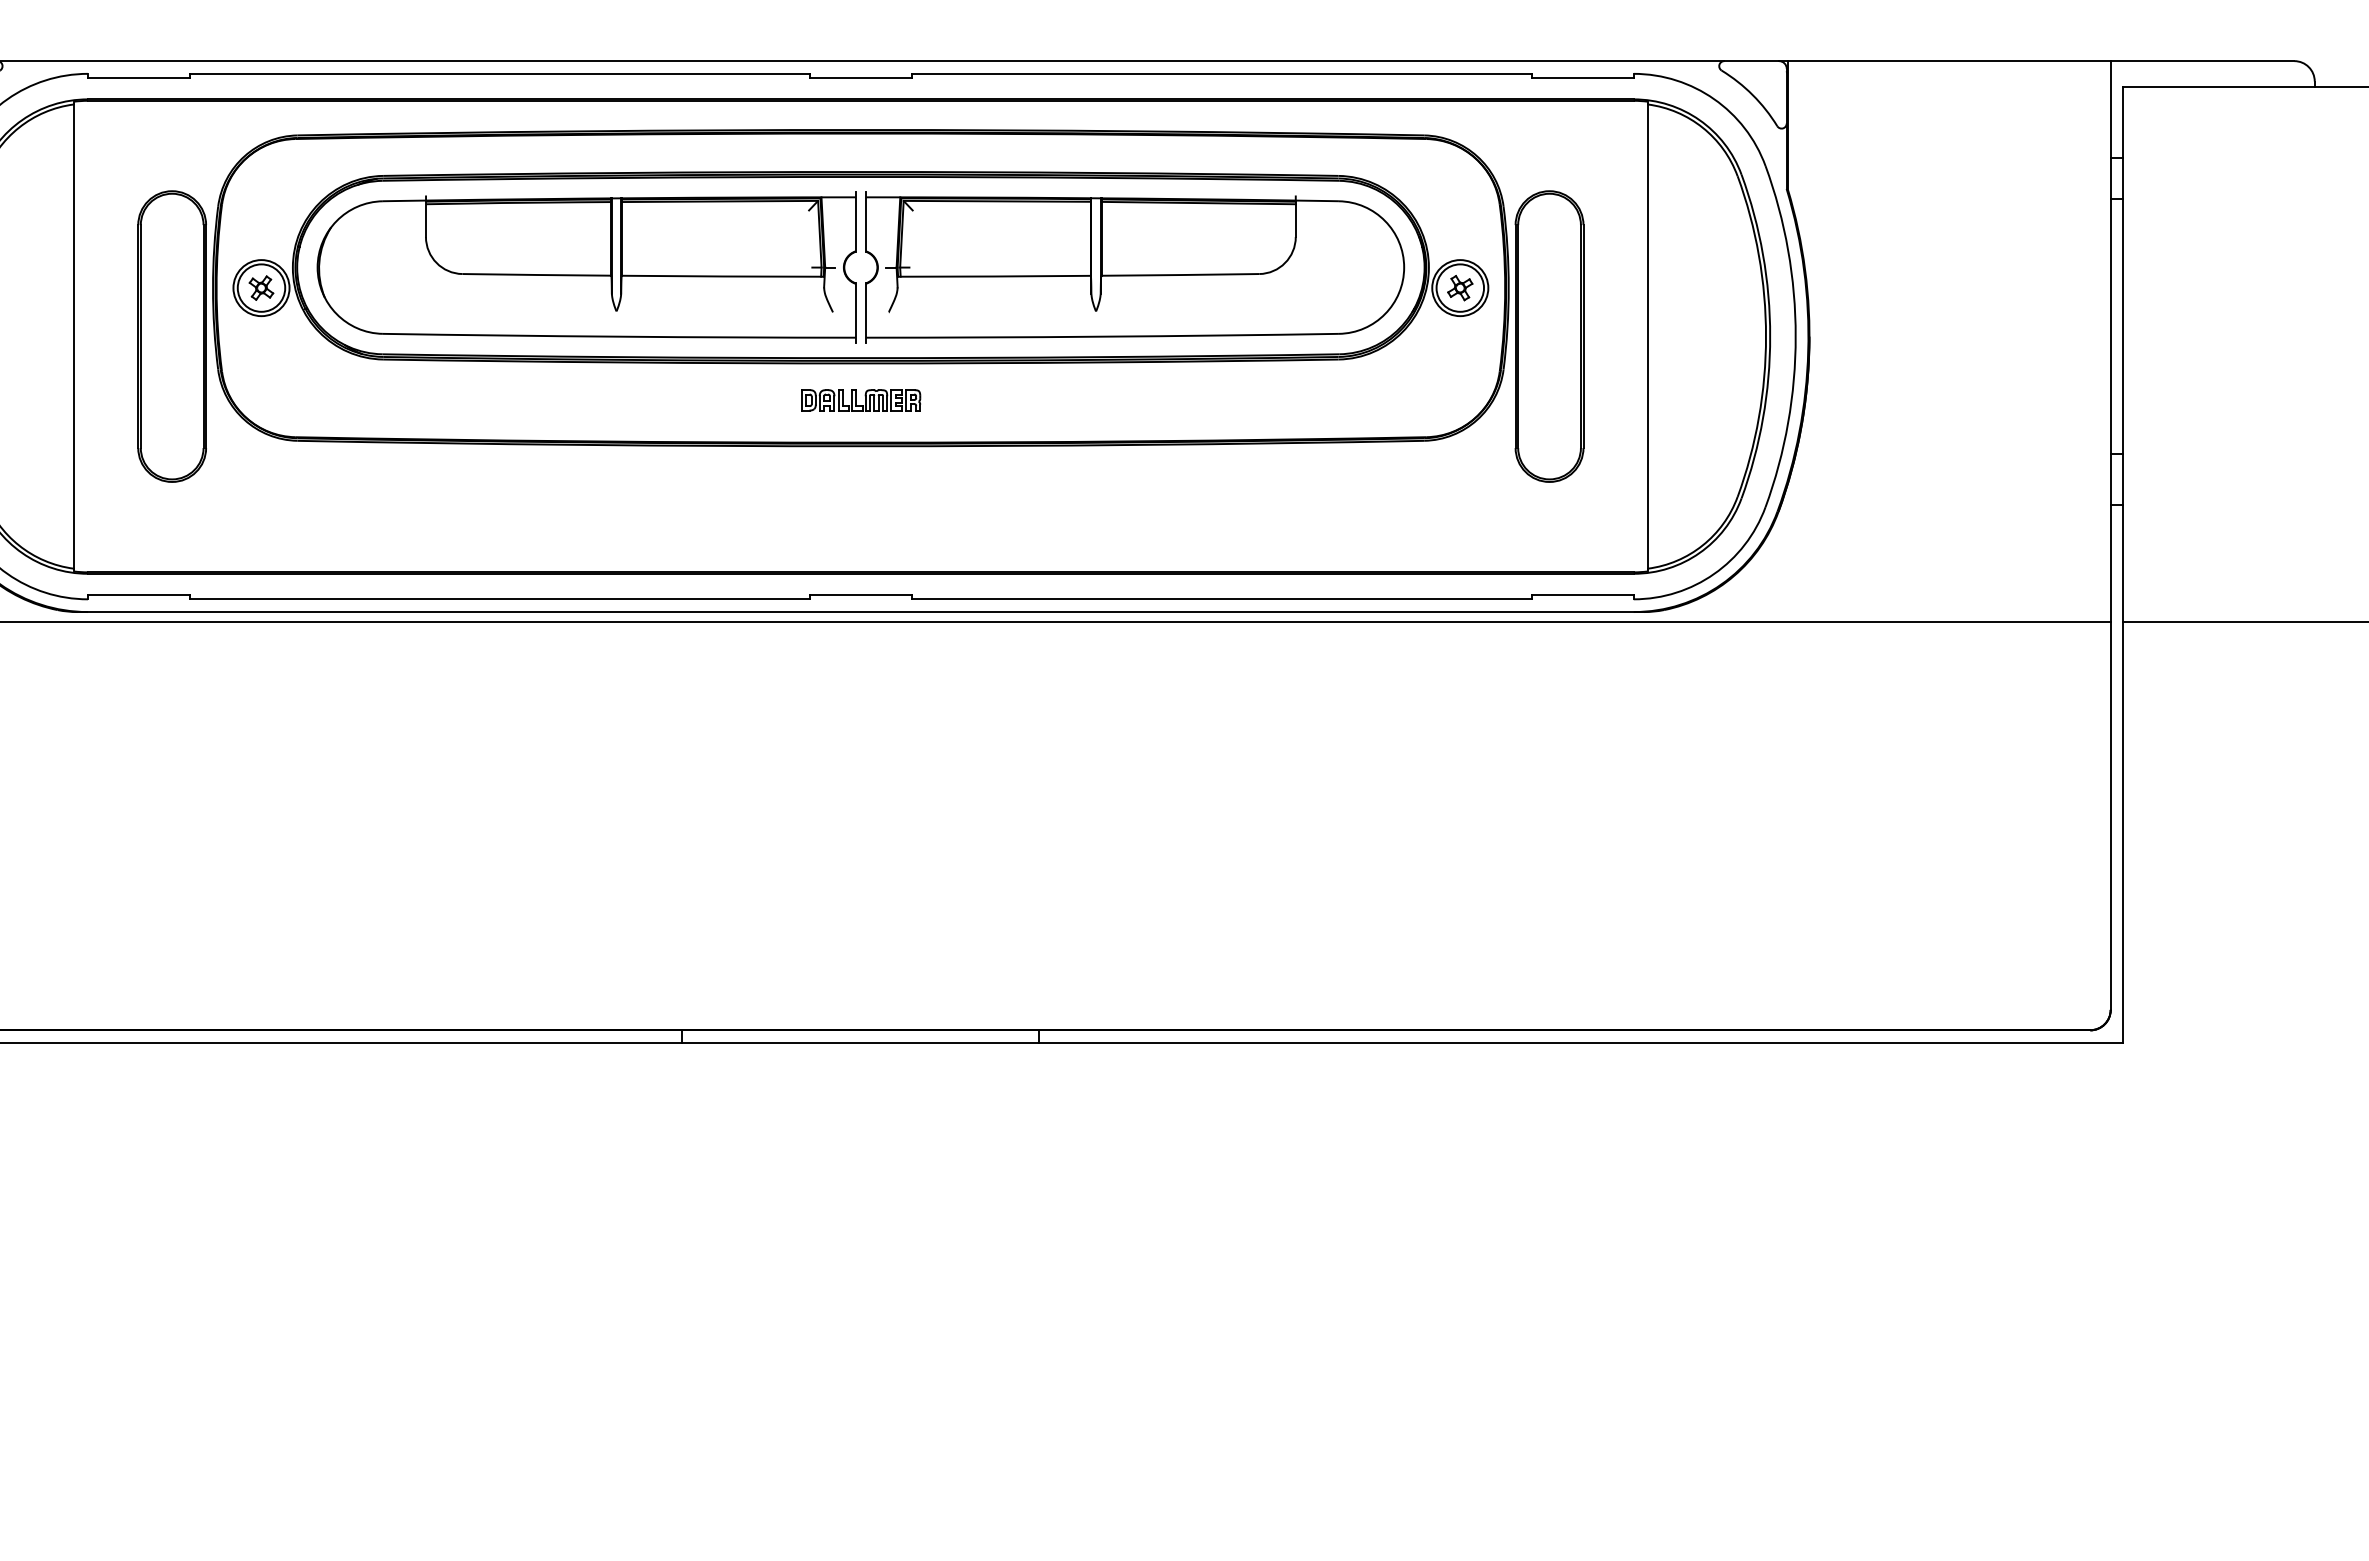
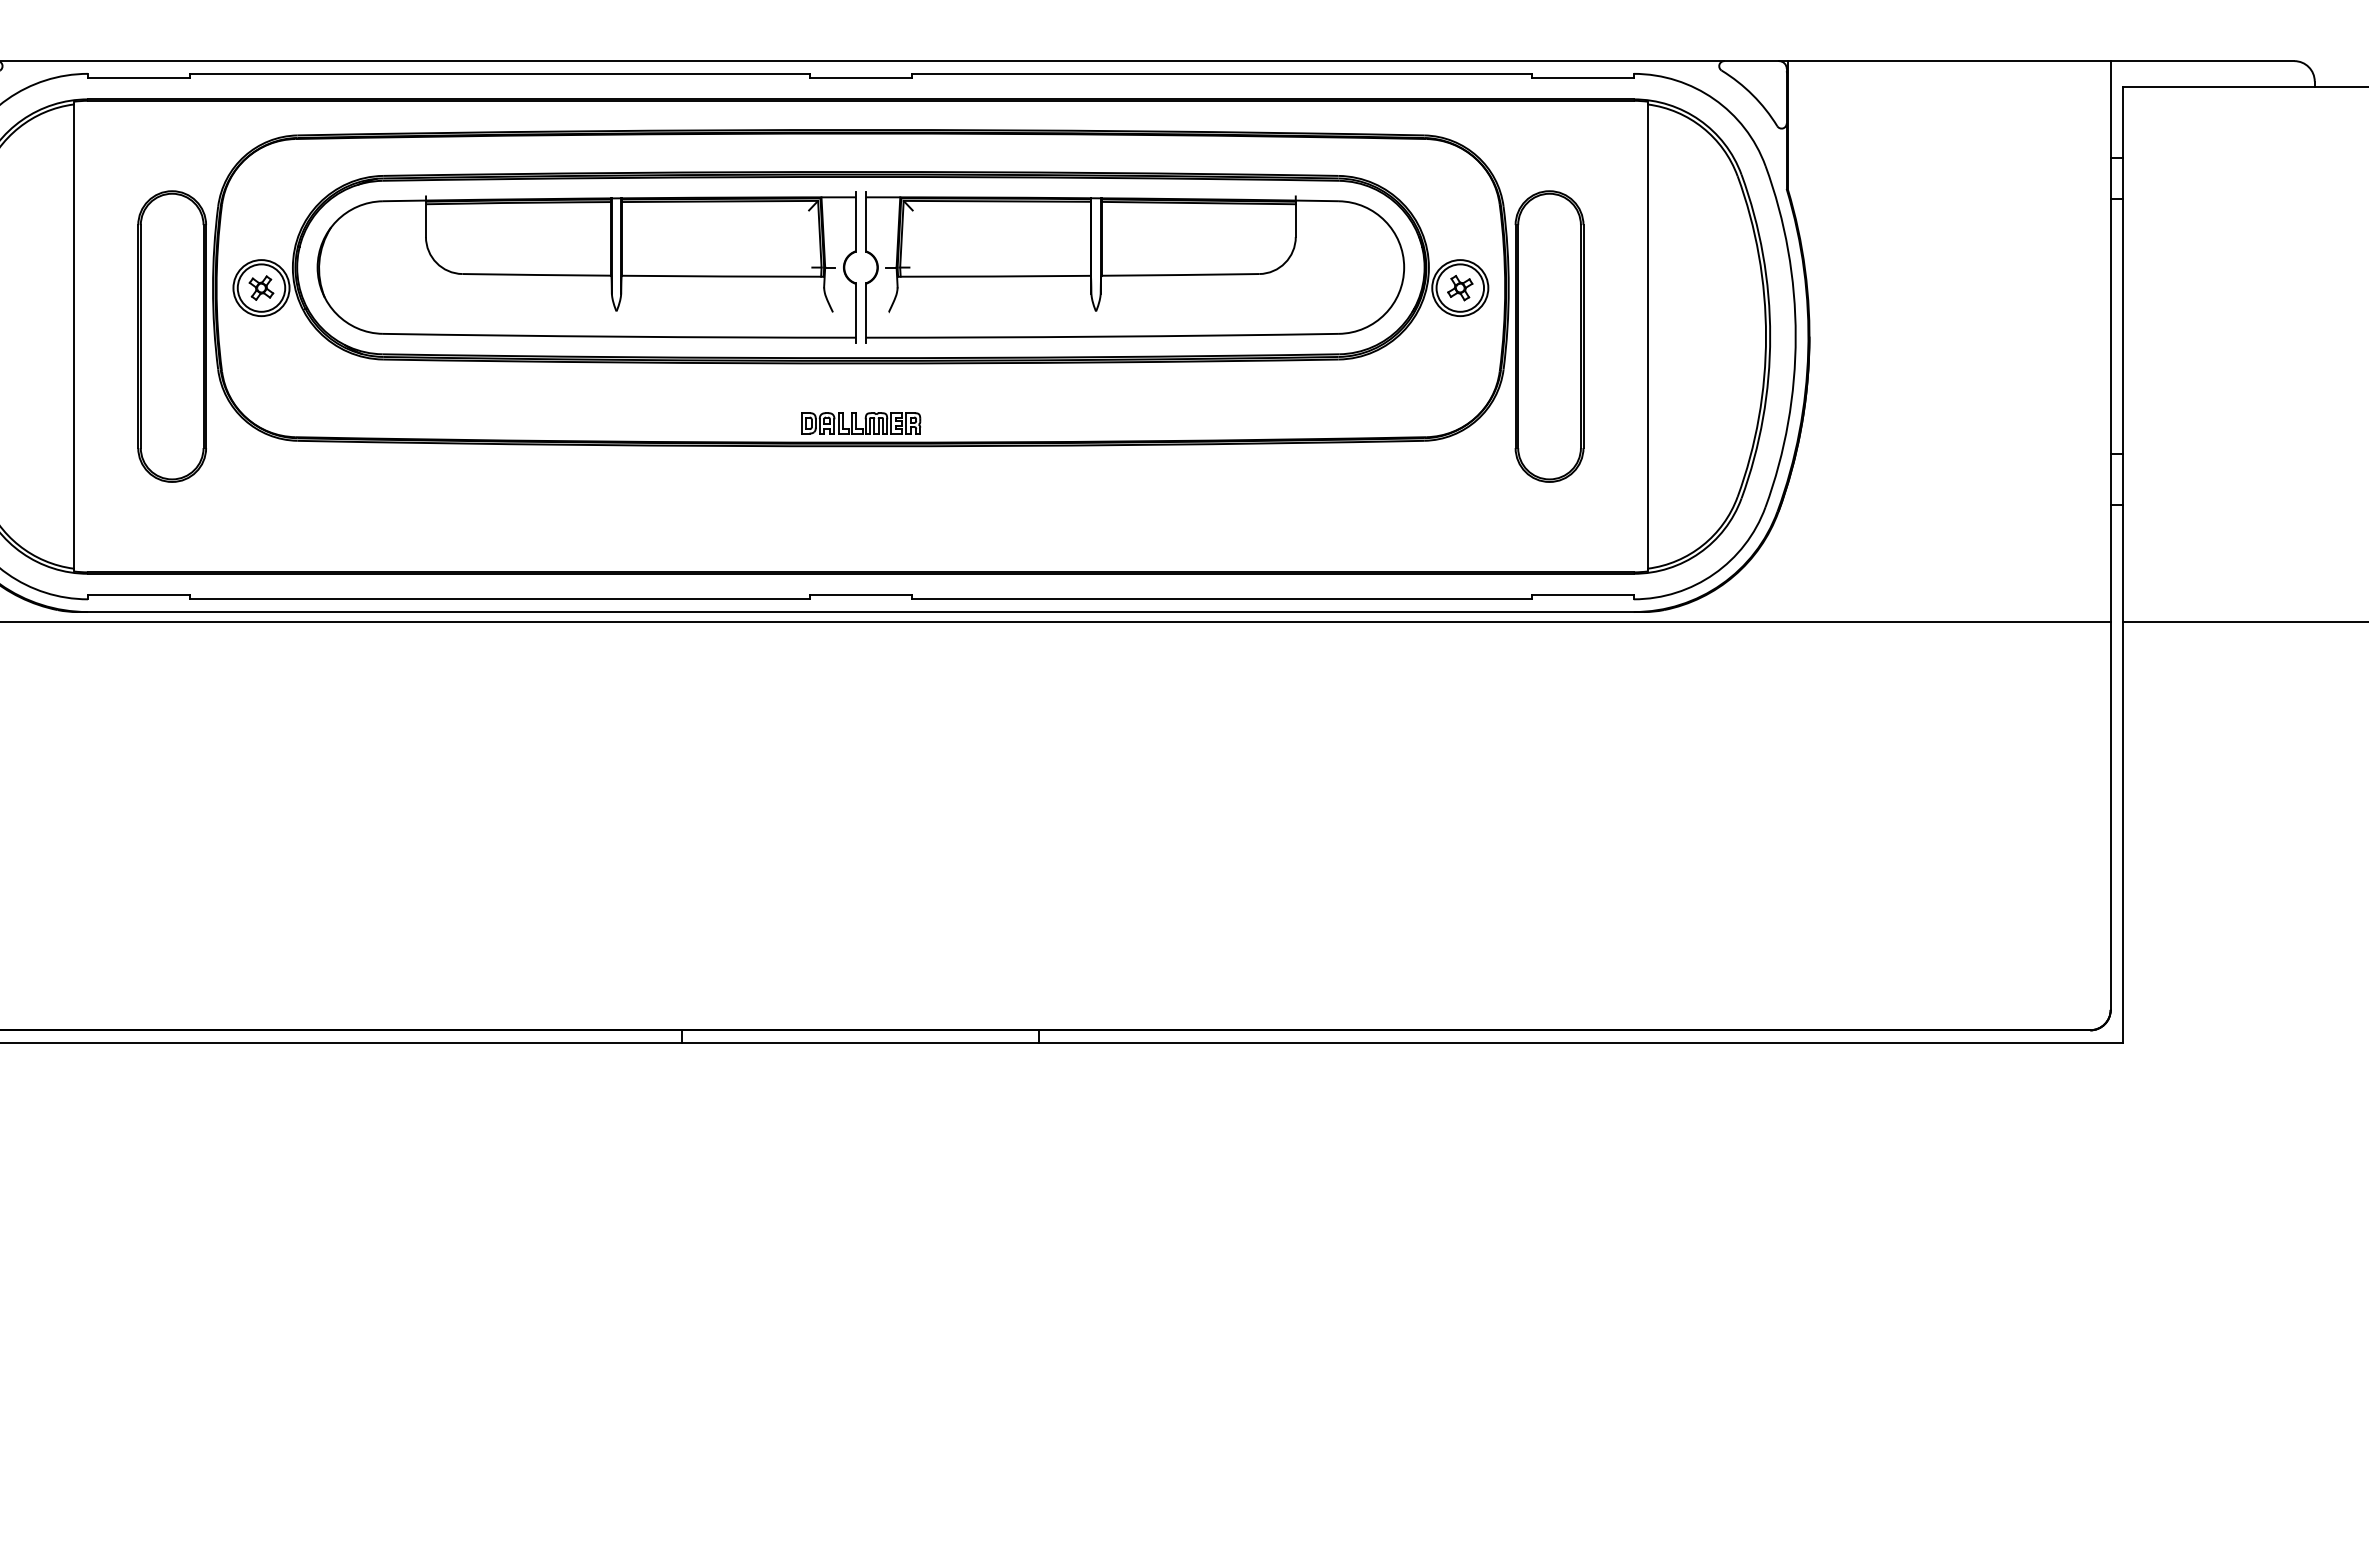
part at (861, 400) position: (861, 400) -> (861, 423)
